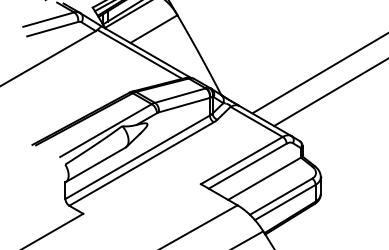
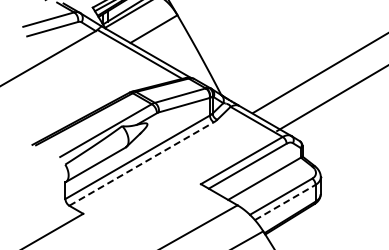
line at (329, 93) position: (329, 93) -> (331, 98)
line at (142, 163): solid -> dashed
line at (285, 202): solid -> dashed
